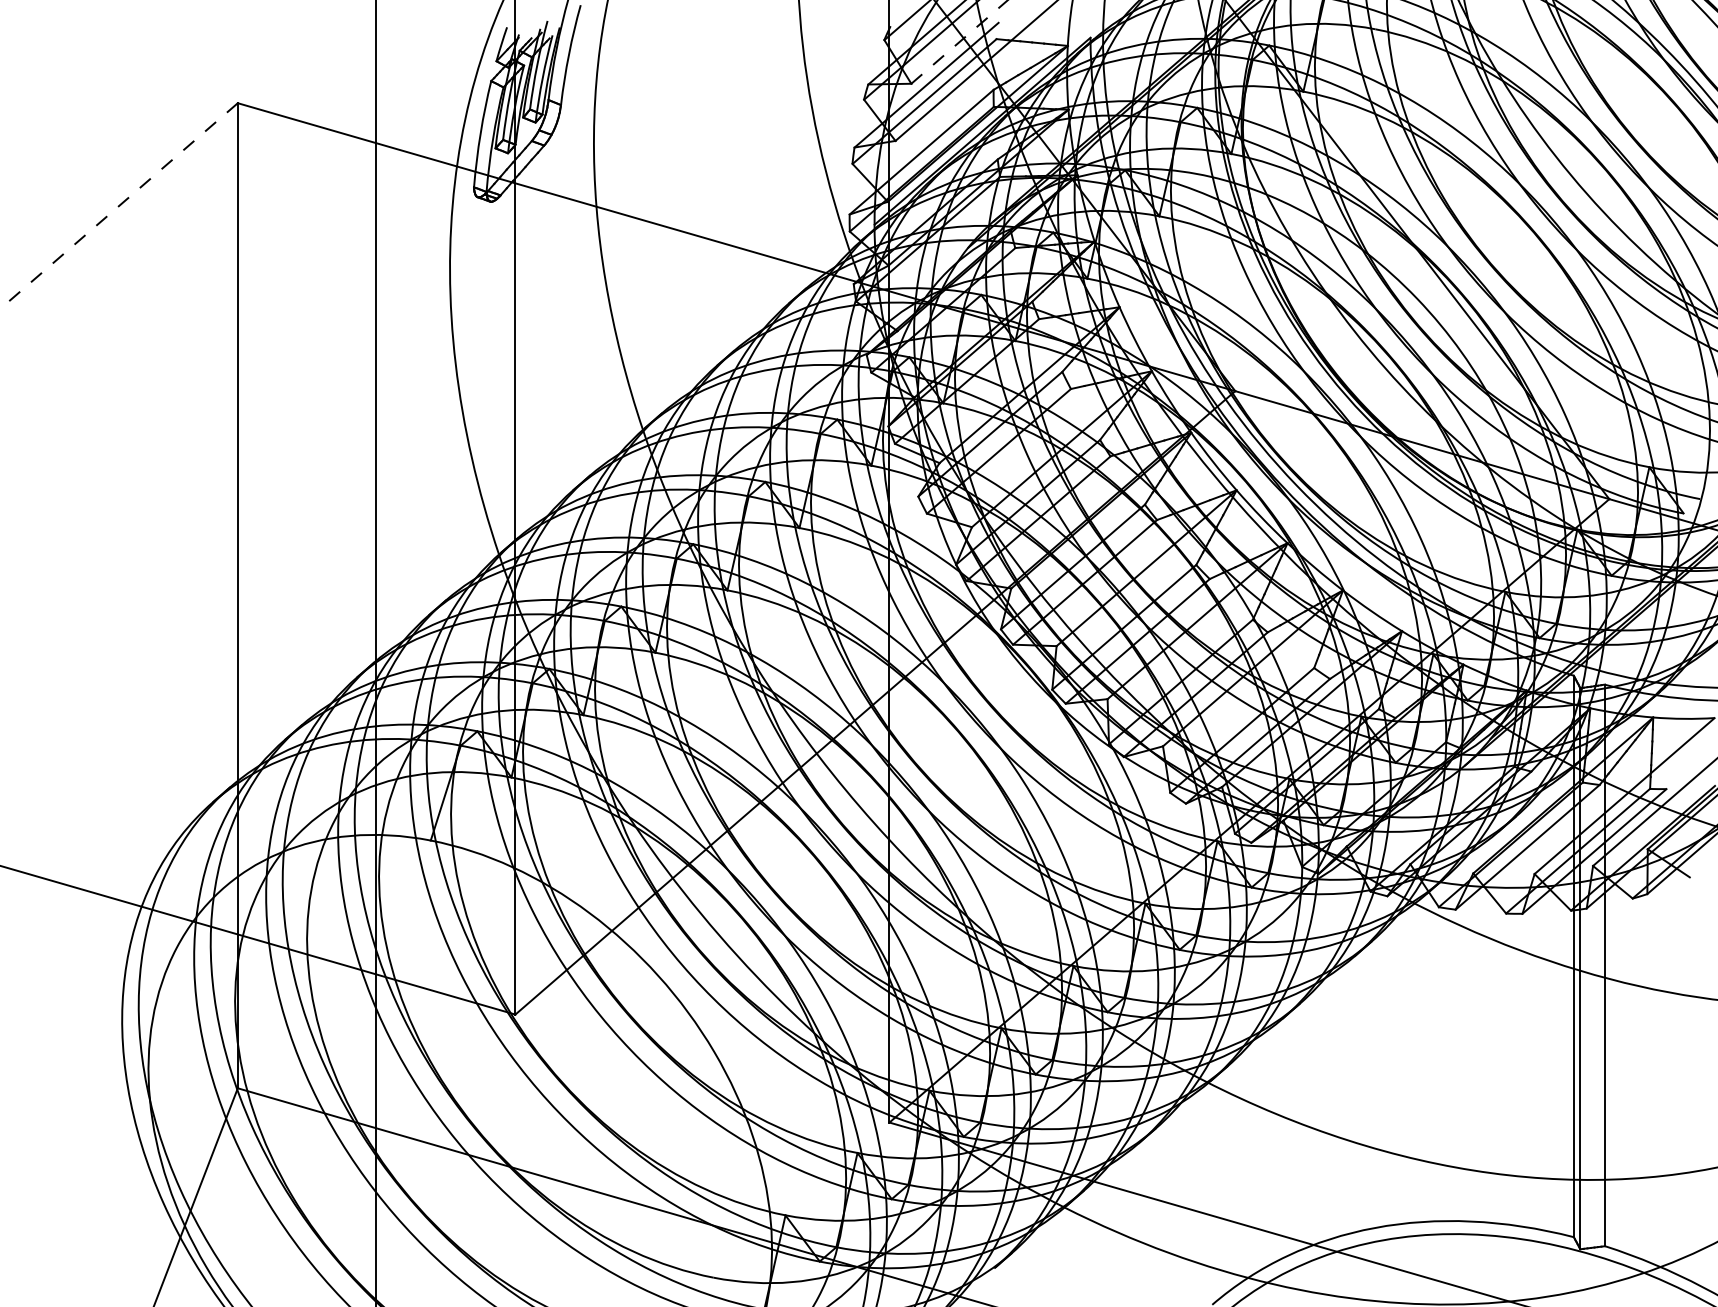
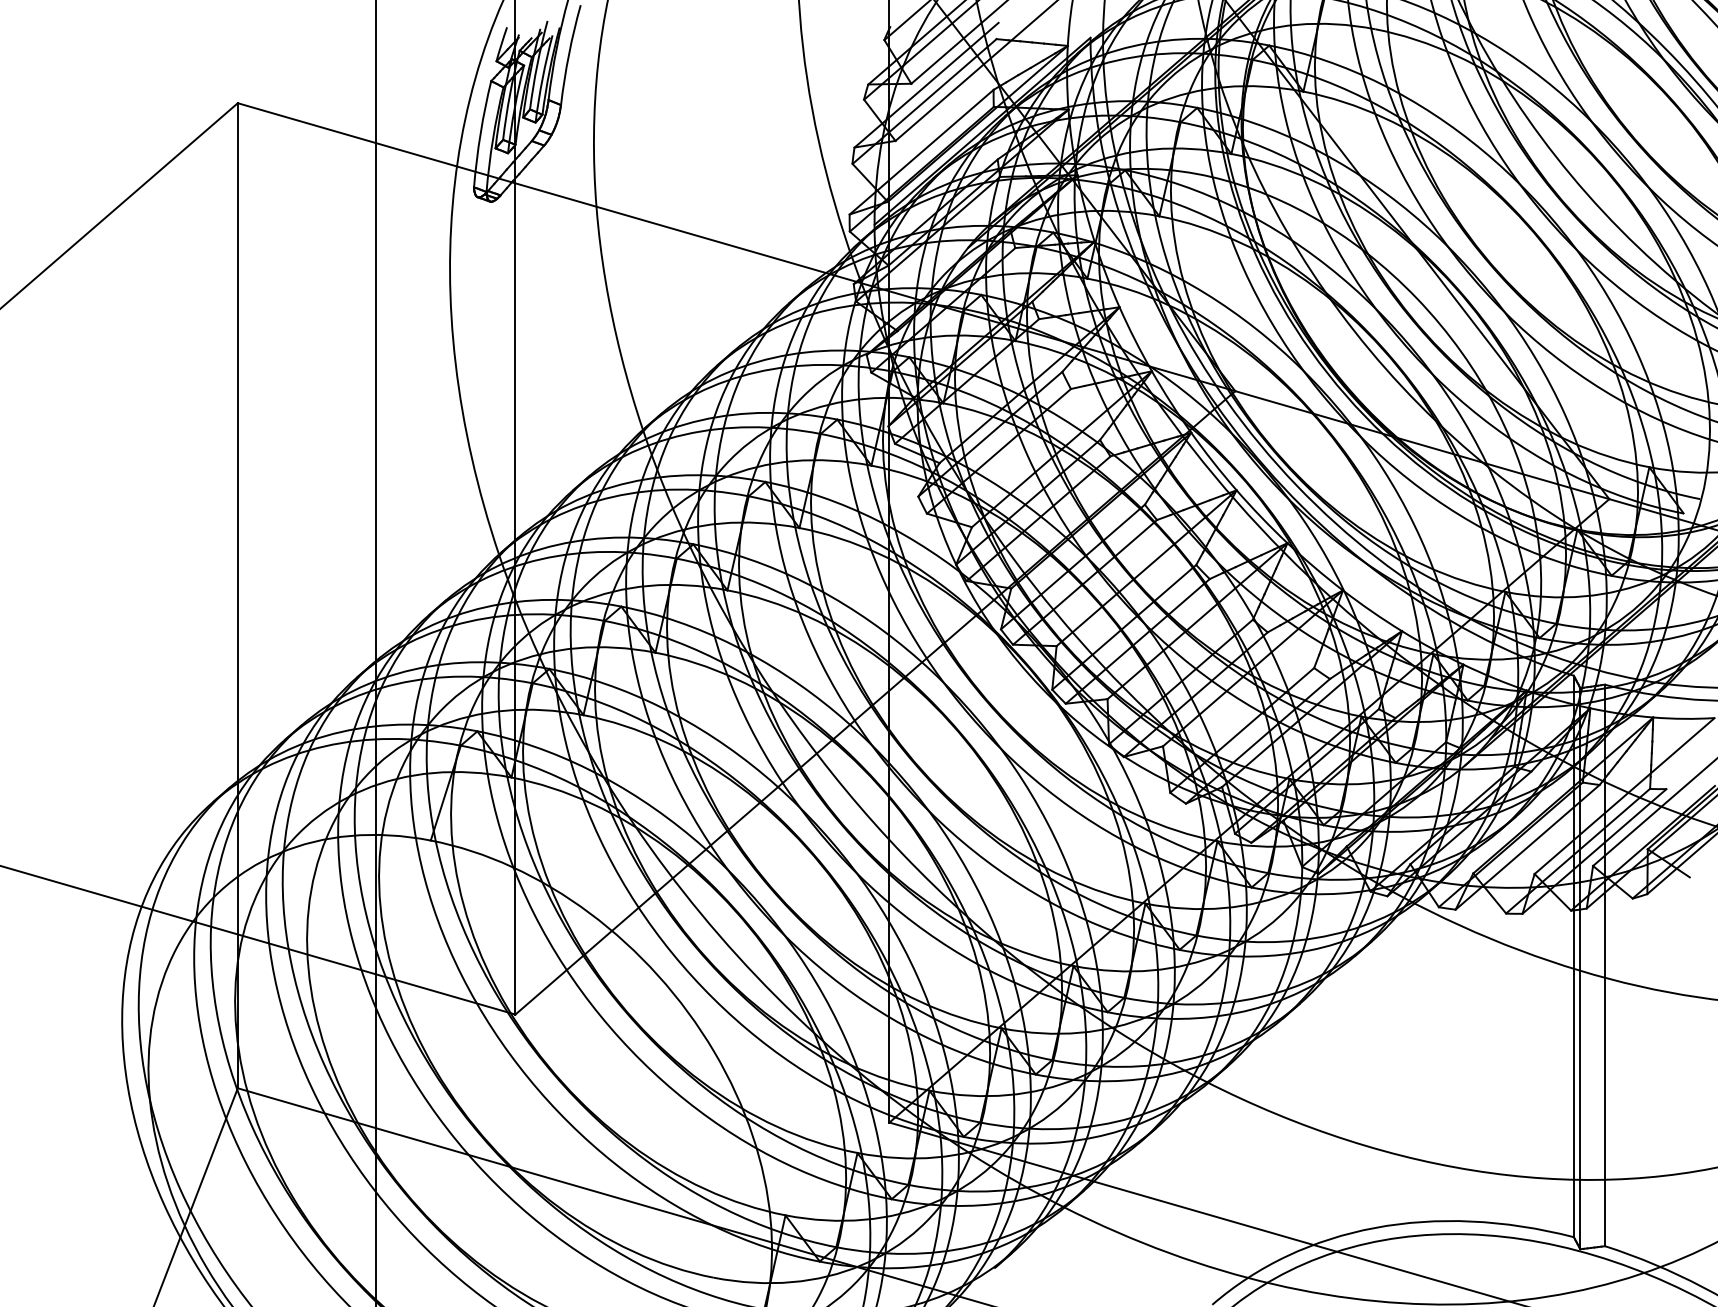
line at (959, 42): dashed -> solid
line at (119, 205): dashed -> solid
